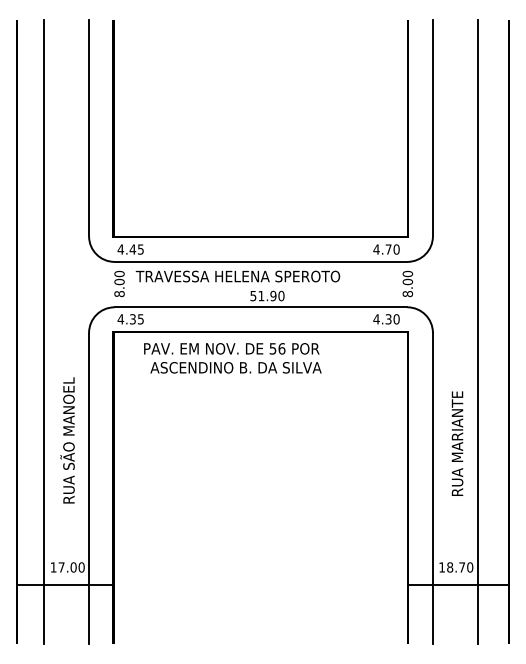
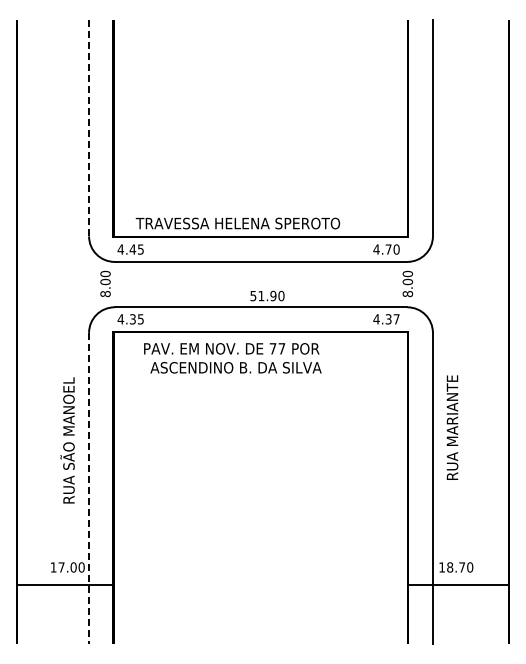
line at (89, 128): solid -> dashed
text at (237, 276) position: (237, 276) -> (237, 223)
text at (119, 283) position: (119, 283) -> (105, 283)
text at (396, 319): 4.30 -> 4.37
line at (43, 331): present -> none
line at (478, 331): present -> none
text at (277, 348): 56 -> 77
text at (457, 443) position: (457, 443) -> (452, 427)
line at (89, 488): solid -> dashed
